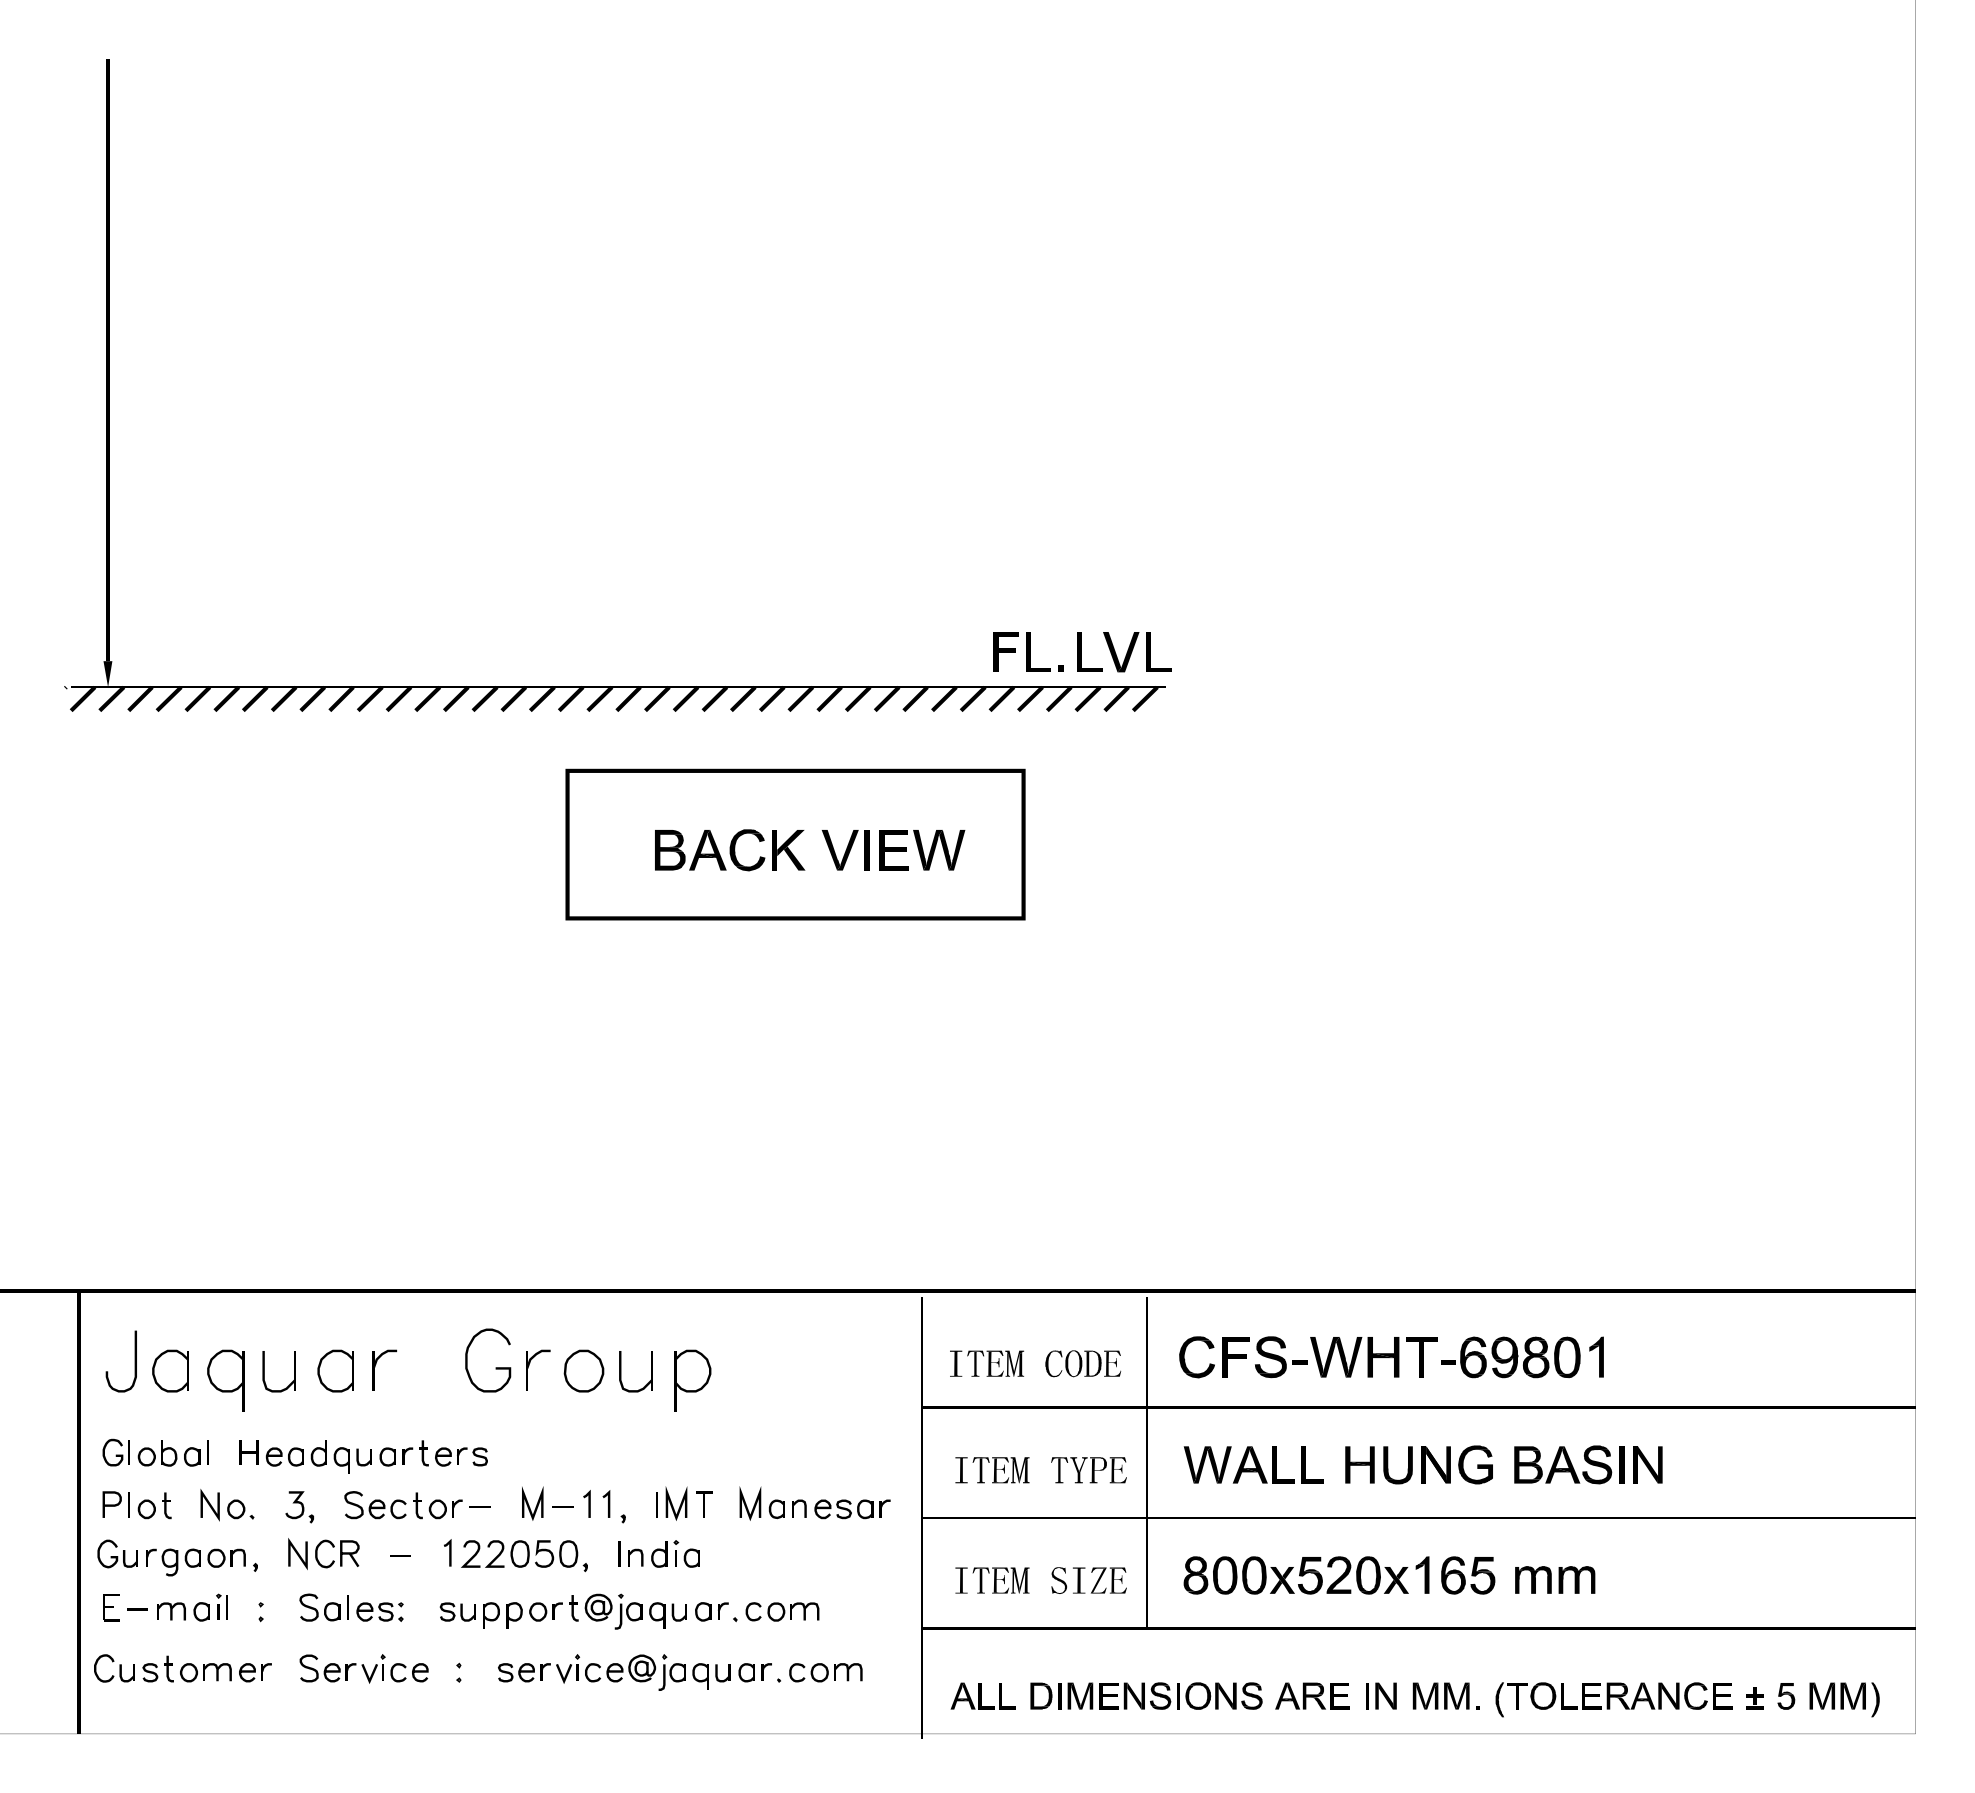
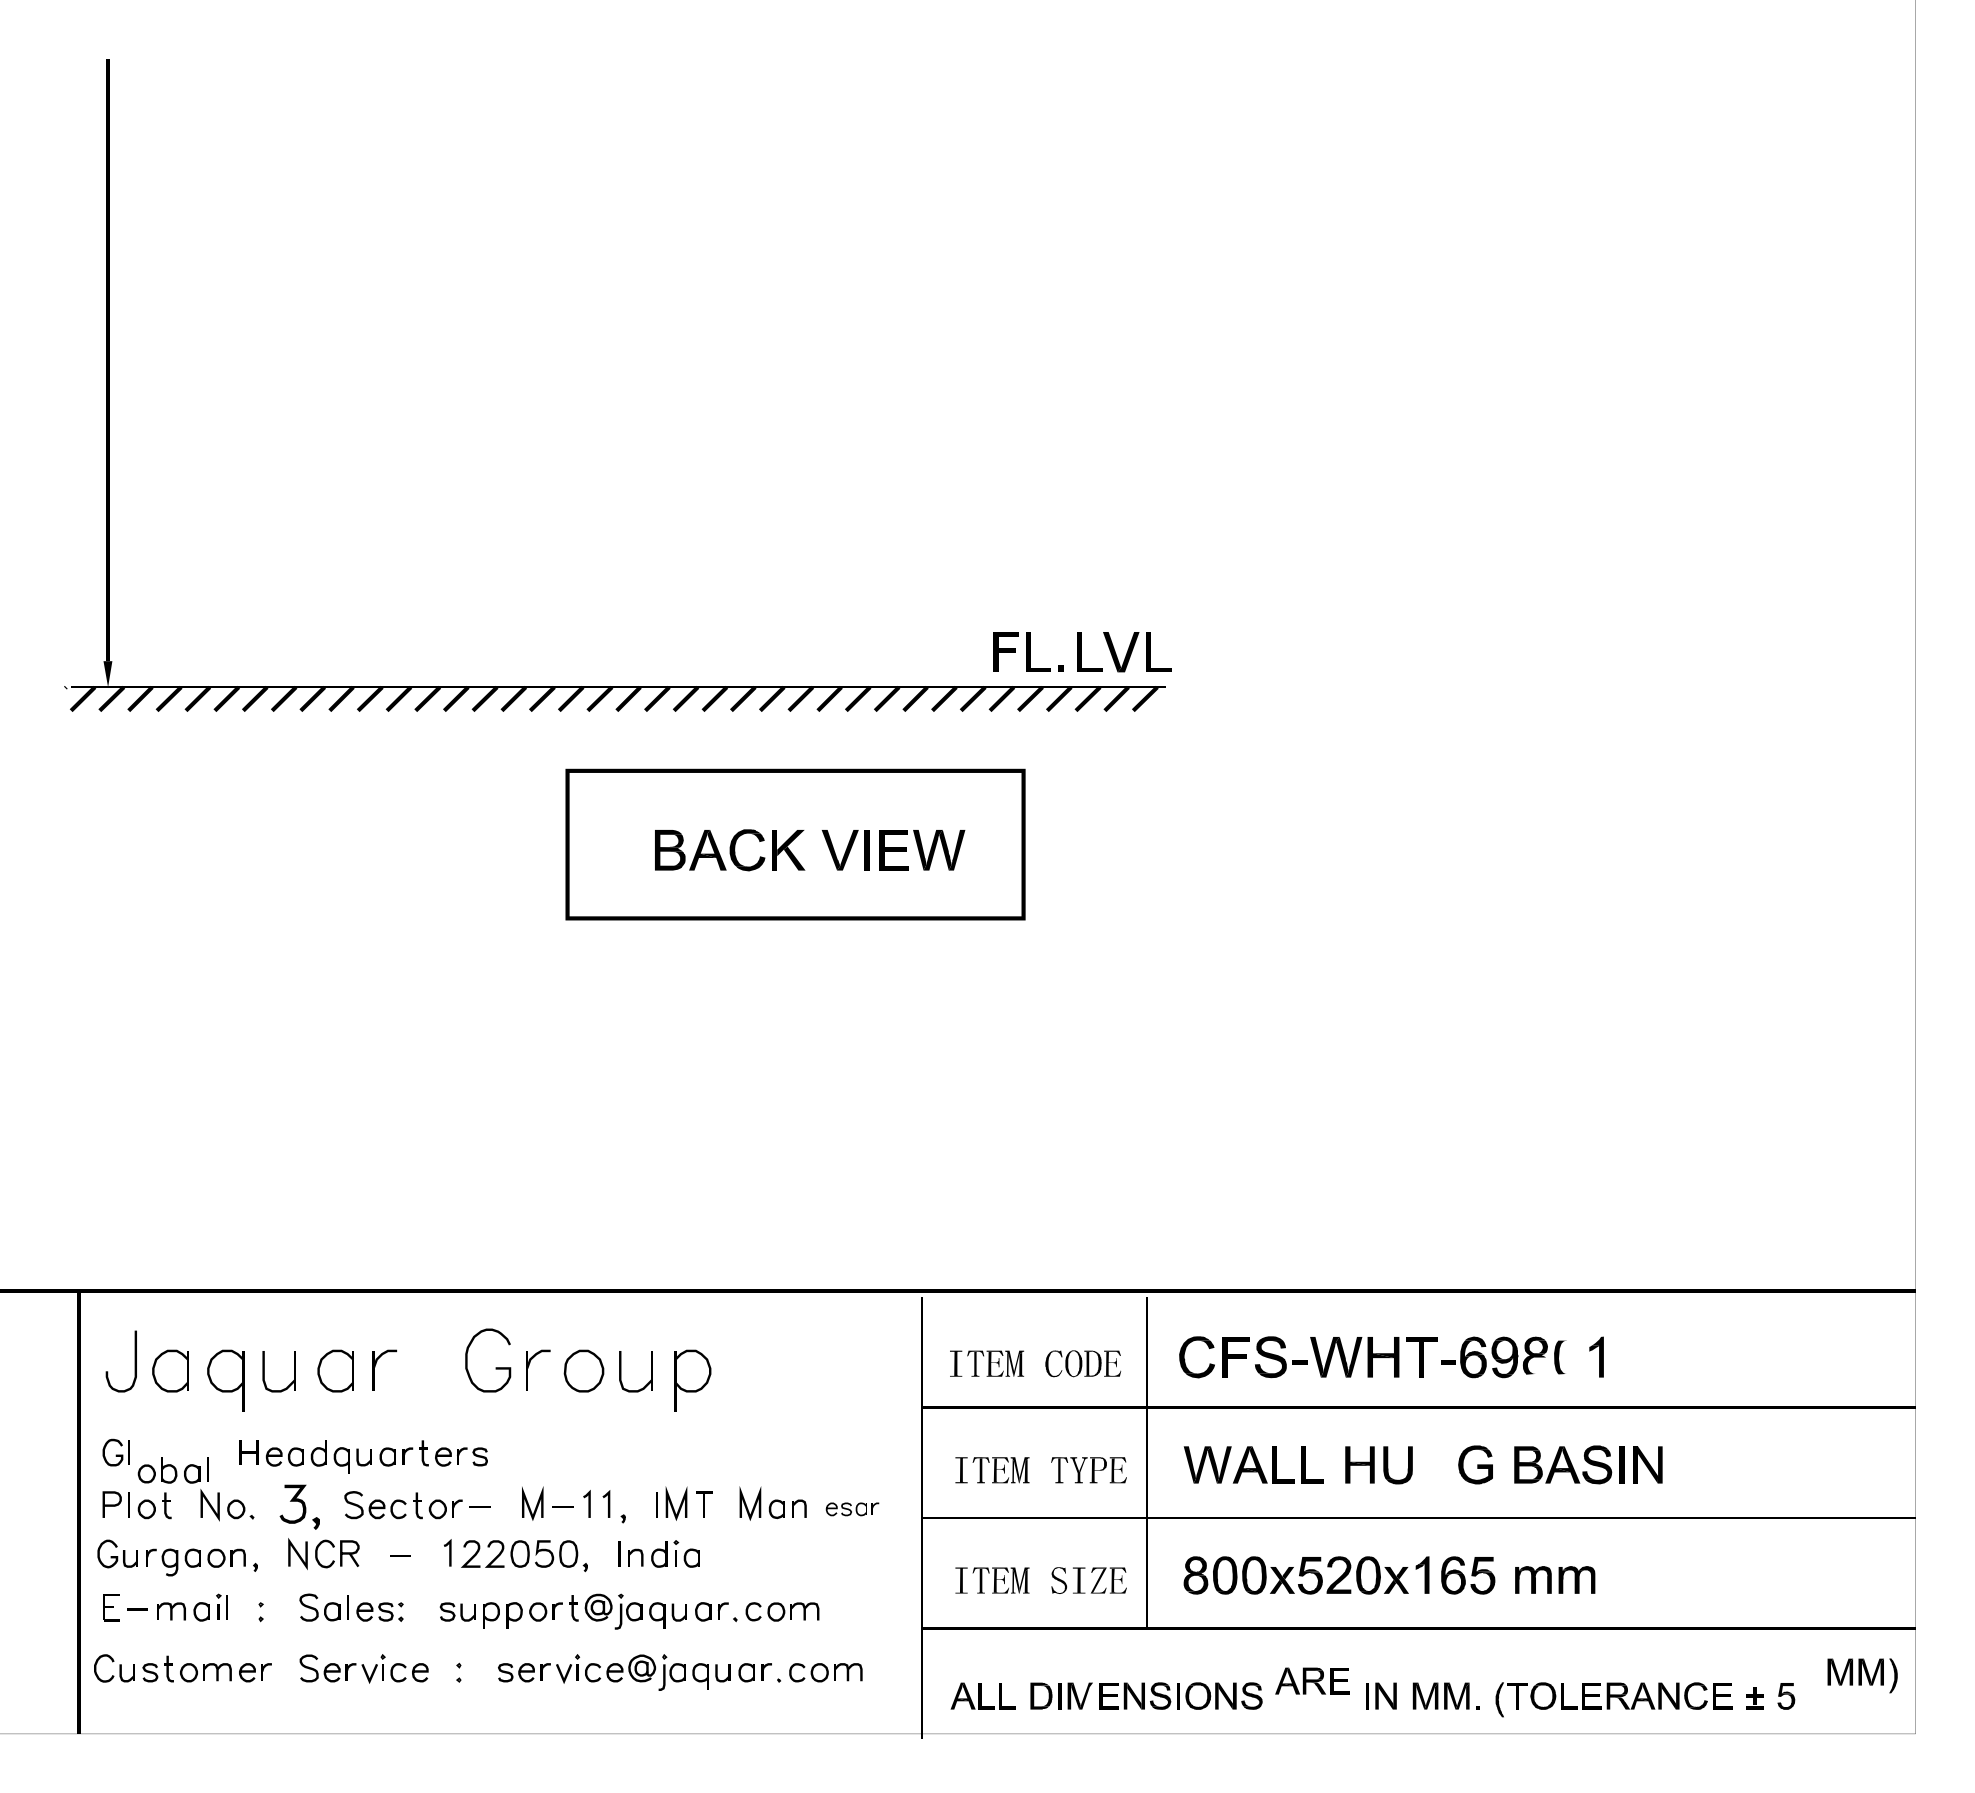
fill at (1569, 1357): present -> none
fill at (1537, 1367): present -> none
part at (172, 1453) position: (172, 1453) -> (172, 1470)
part at (1435, 1464): present -> none
part at (299, 1507) size: 29x33 px -> 41x46 px
part at (852, 1509) size: 77x21 px -> 55x15 px
fill at (1091, 1695): present -> none
part at (1312, 1695) position: (1312, 1695) -> (1312, 1680)
part at (1844, 1699) position: (1844, 1699) -> (1862, 1675)
